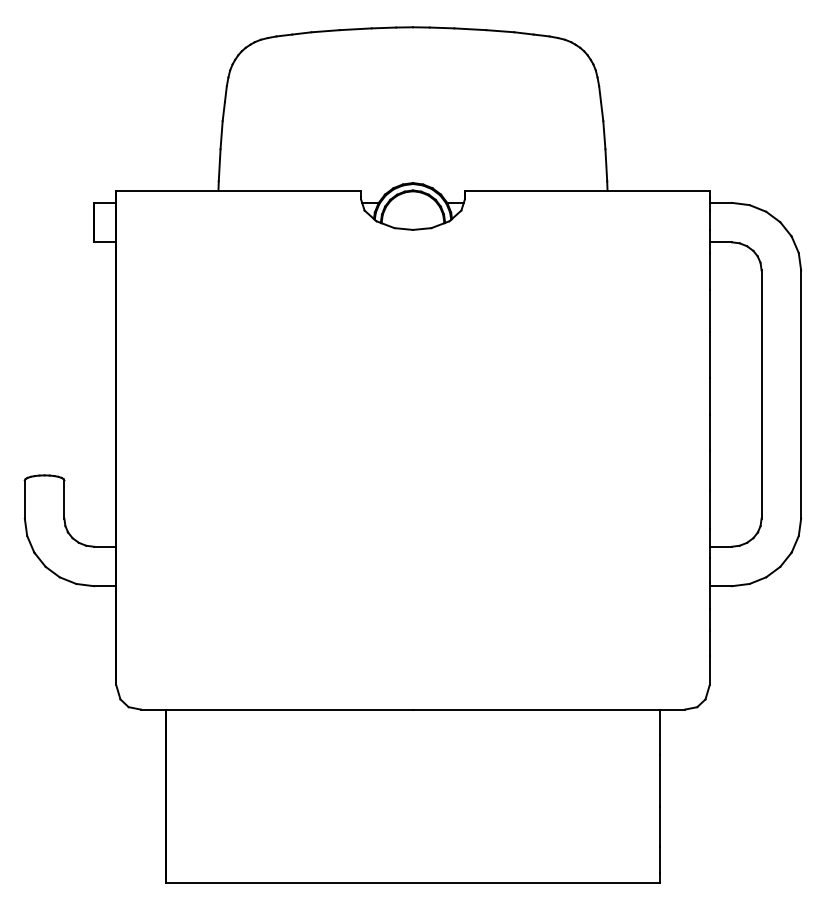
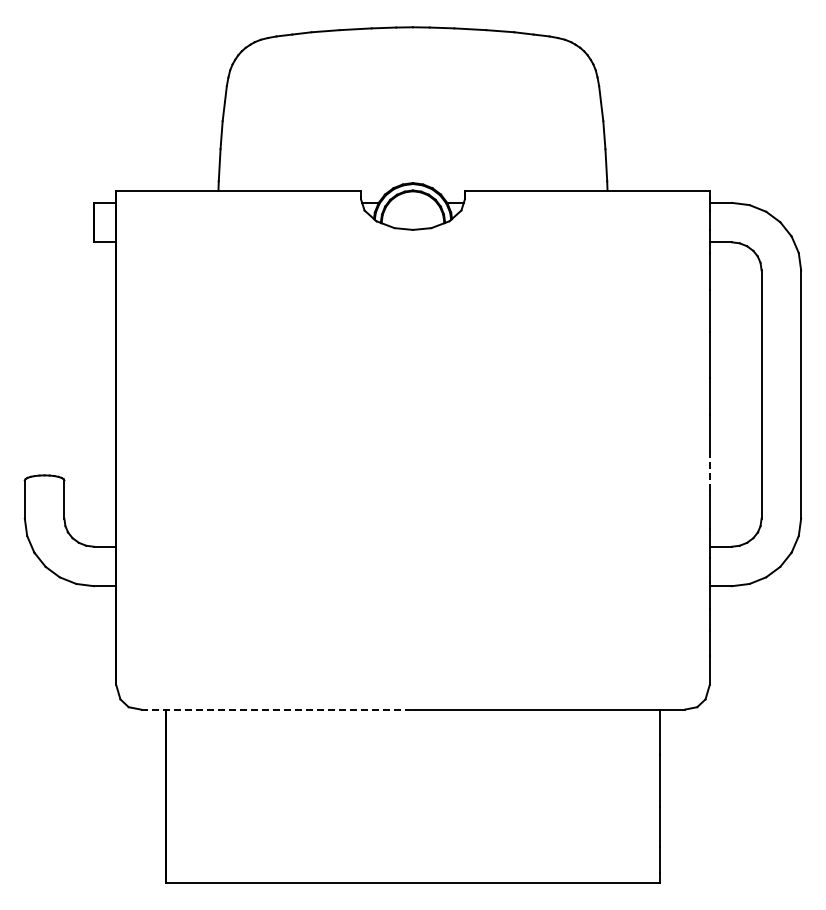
line at (709, 471): solid -> dashed
line at (277, 709): solid -> dashed
